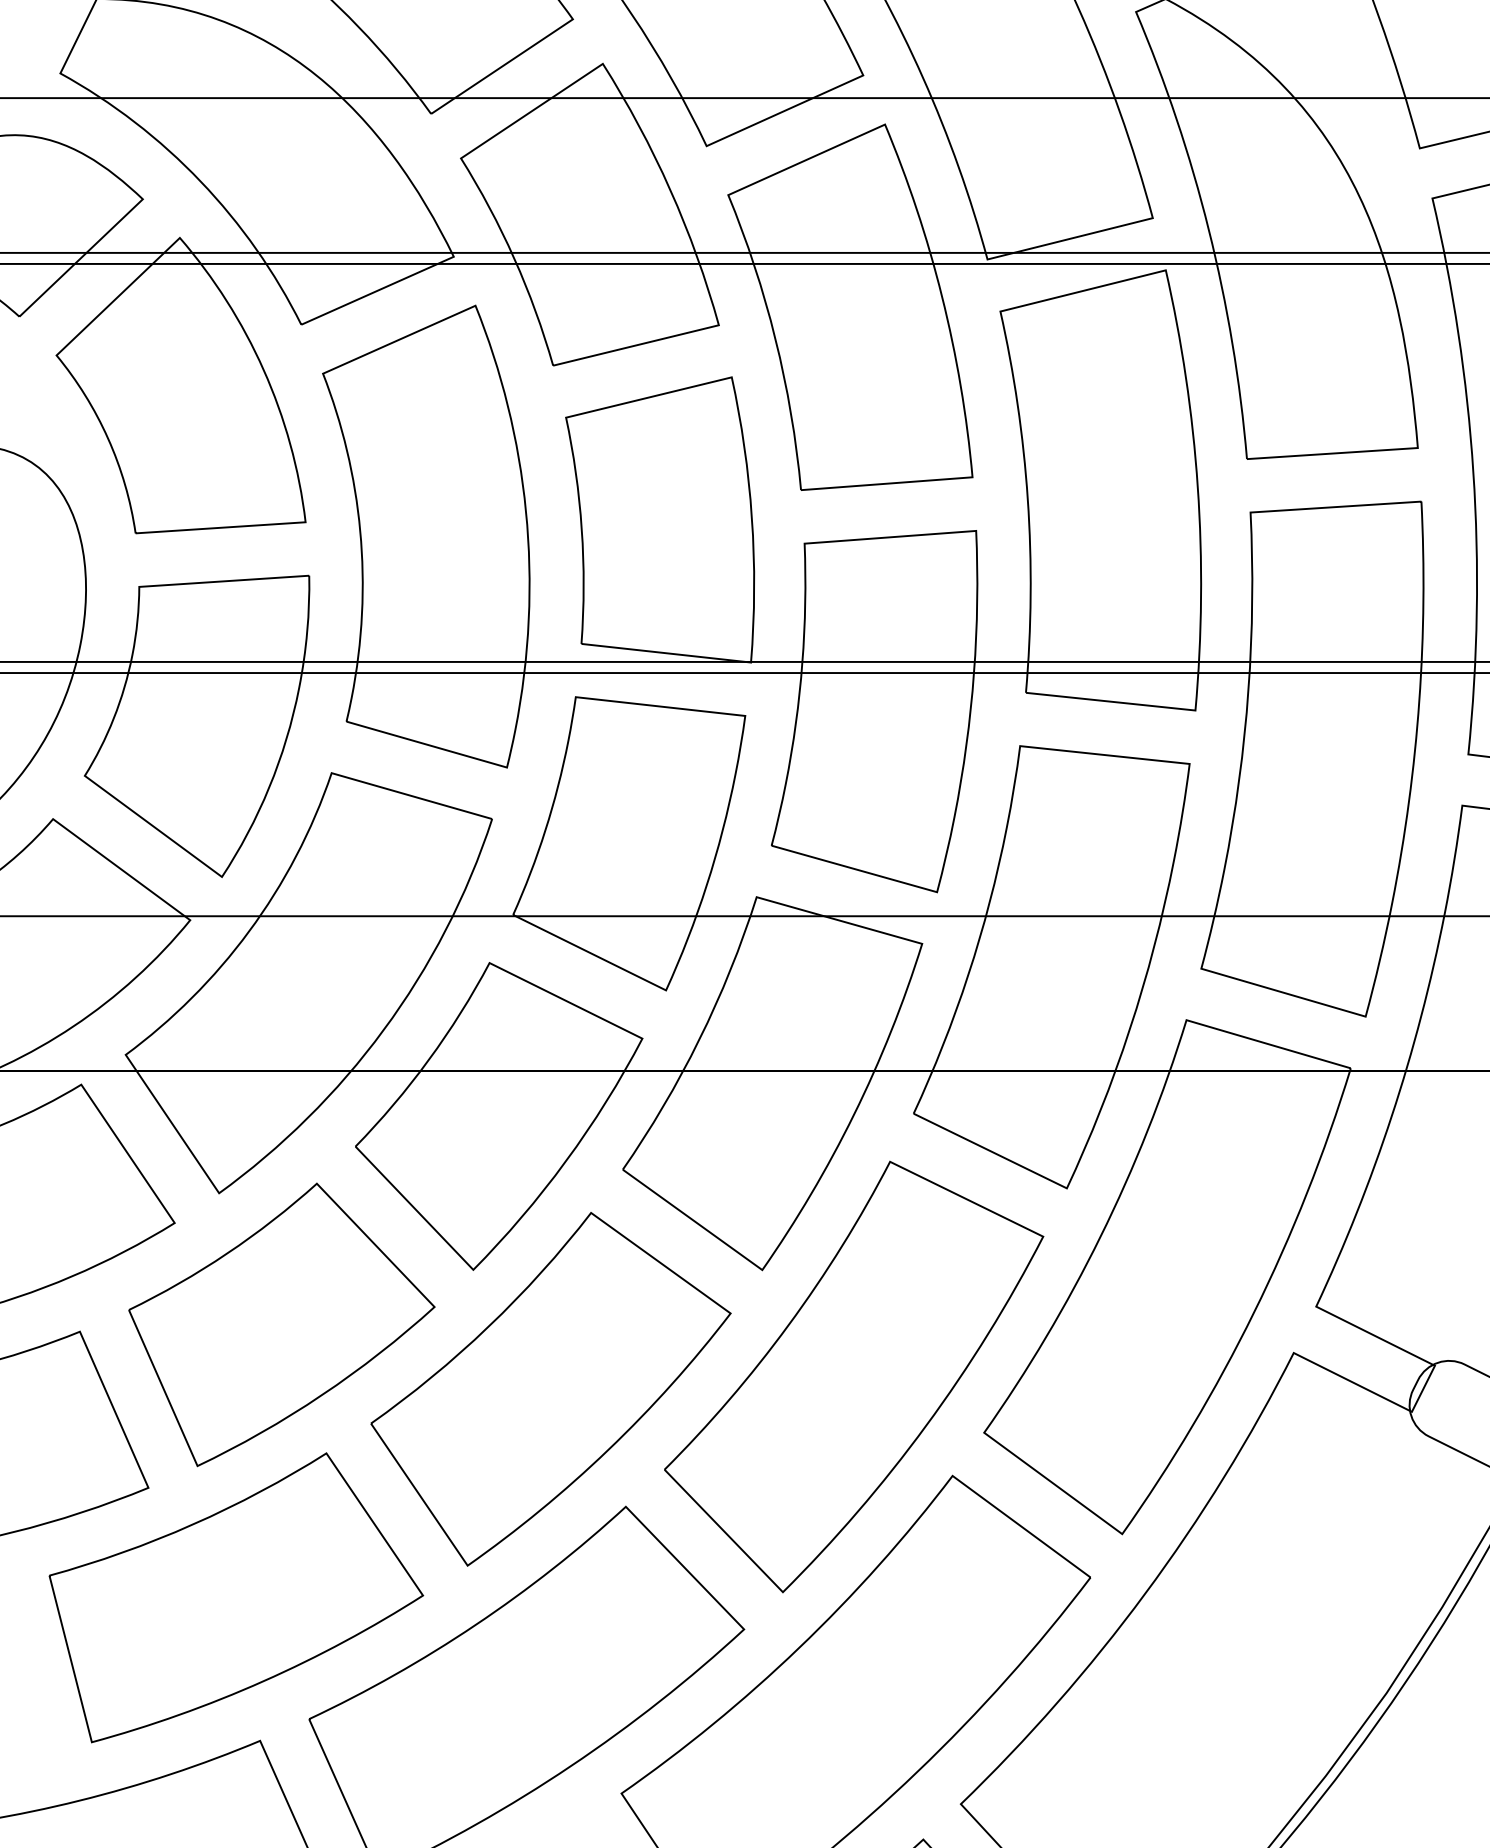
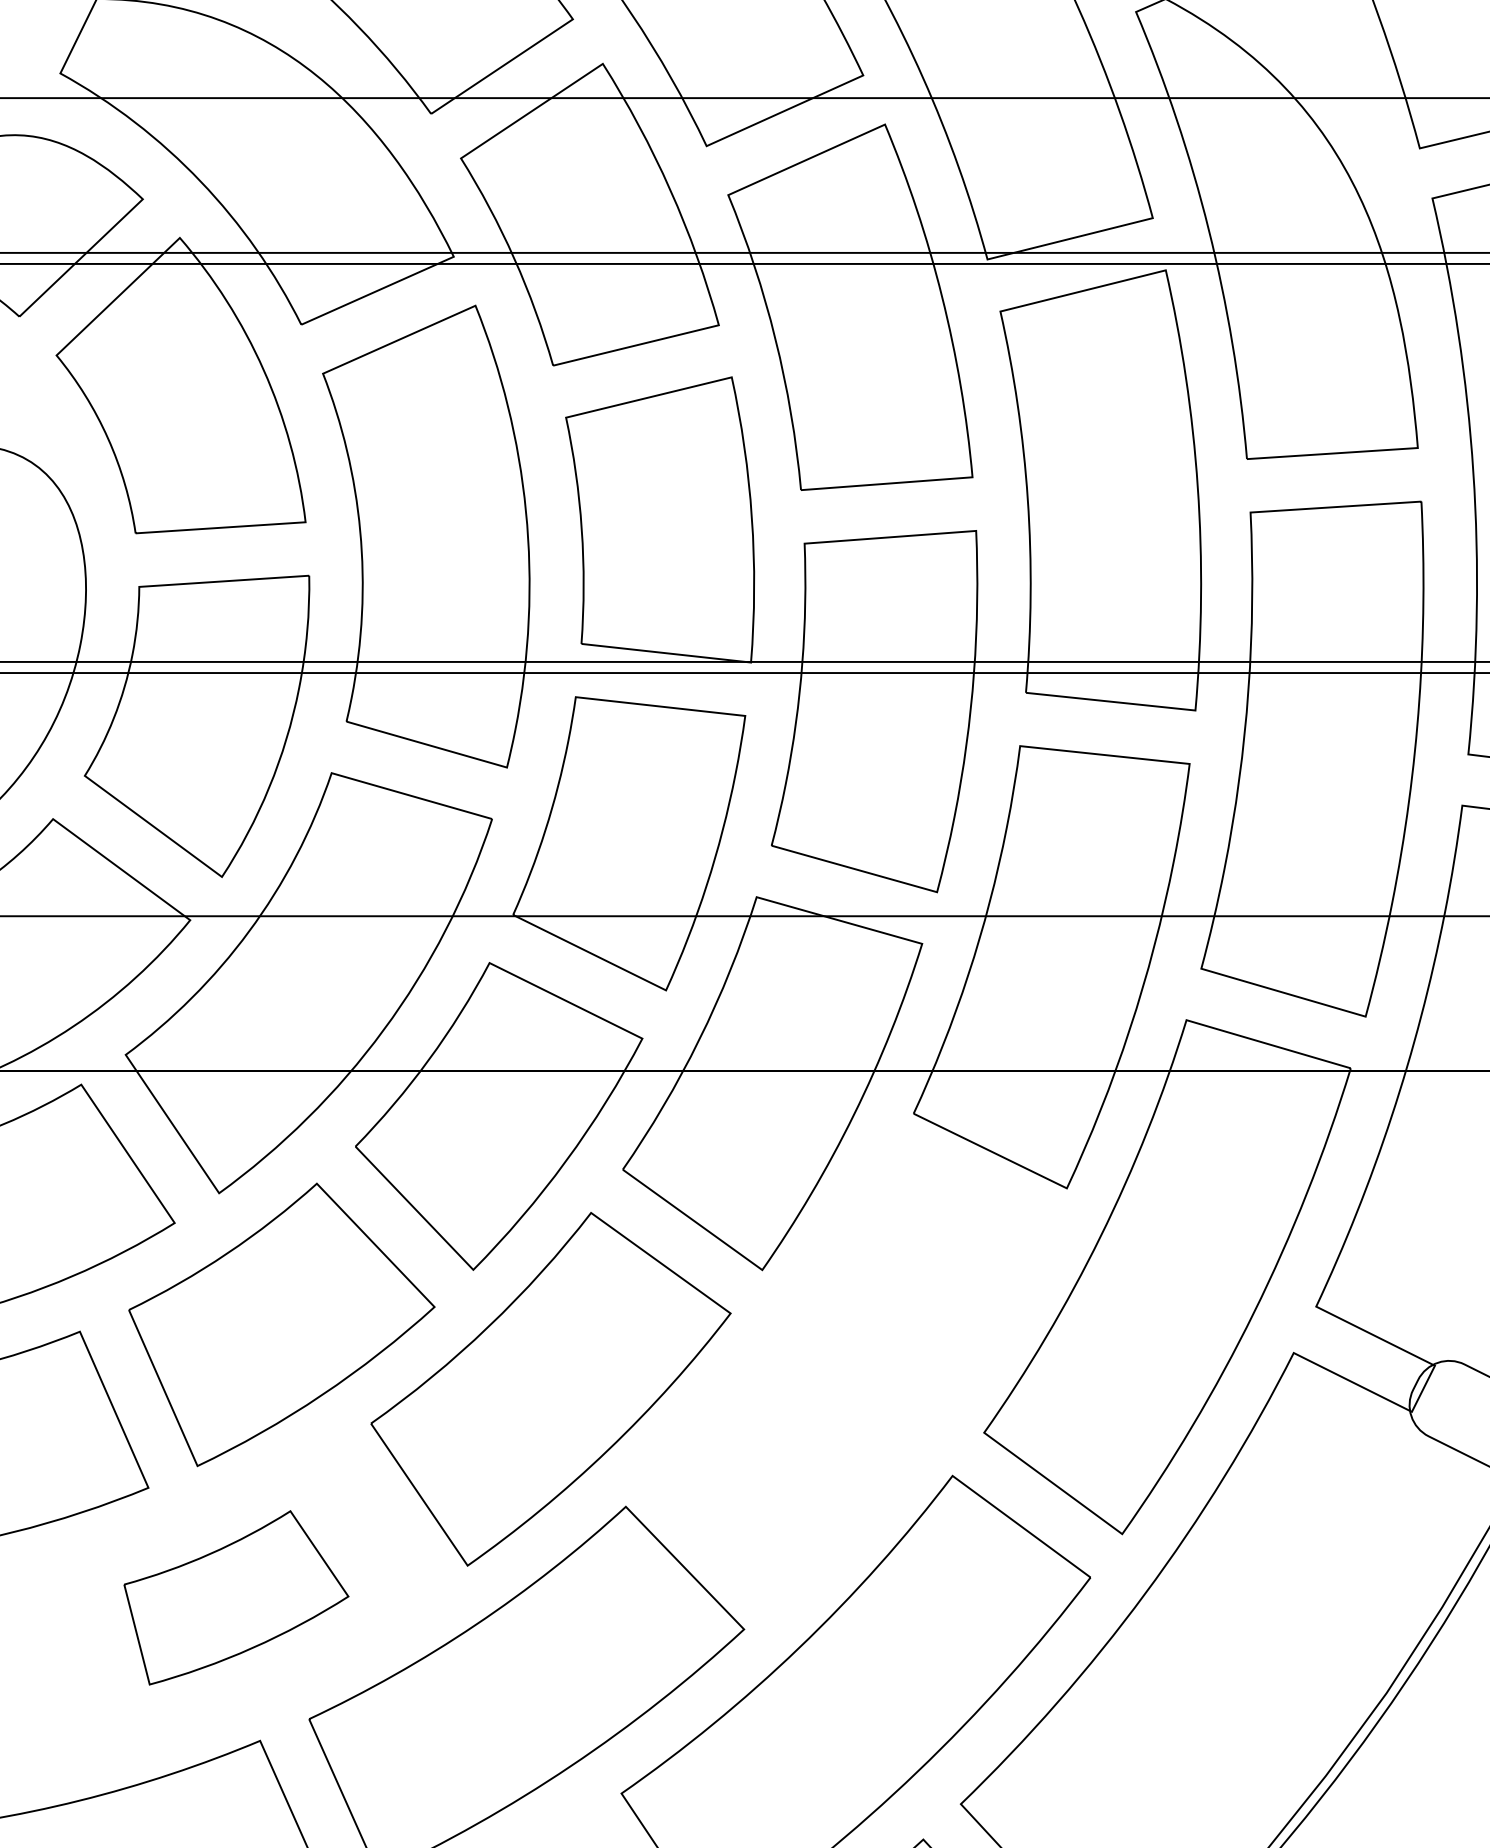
part at (854, 1376): present -> none
part at (236, 1597) size: 377x292 px -> 227x176 px
